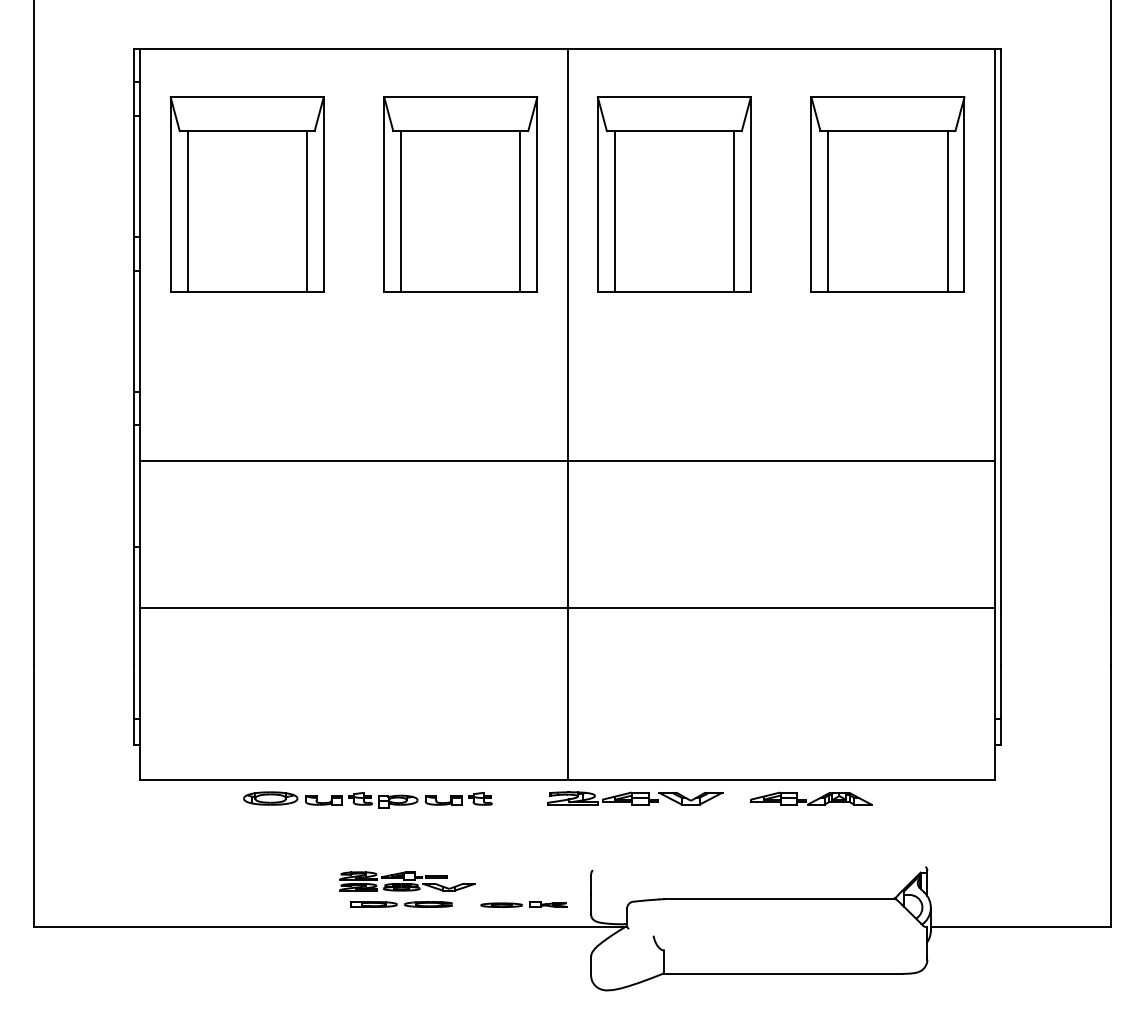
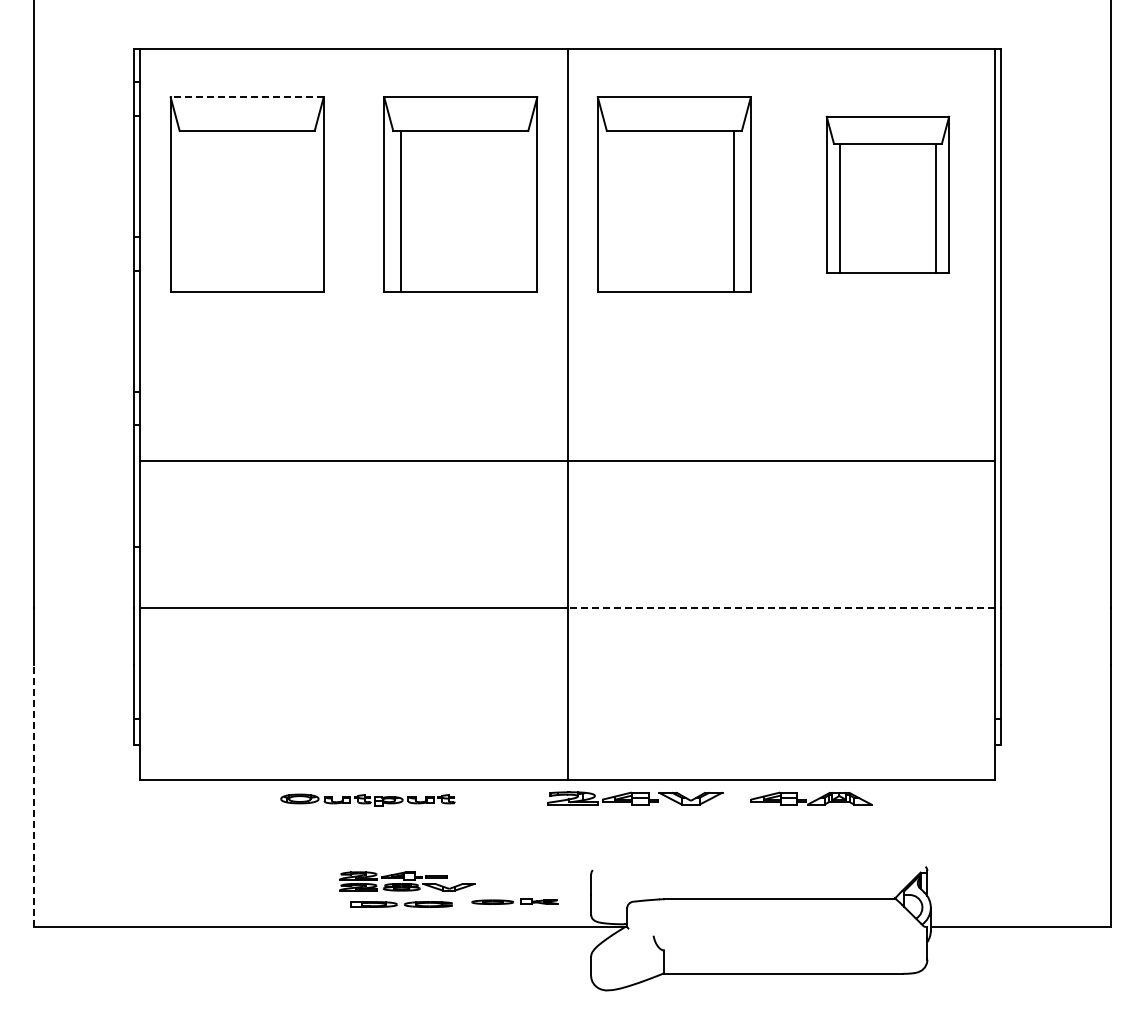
line at (247, 97): solid -> dashed
part at (887, 194) size: 156x197 px -> 126x159 px
line at (187, 211): present -> none
line at (306, 211): present -> none
line at (520, 211): present -> none
line at (614, 211): present -> none
line at (781, 607): solid -> dashed
line at (34, 795): solid -> dashed
part at (367, 799) size: 250x18 px -> 176x14 px
part at (523, 904) position: (523, 904) -> (514, 901)
